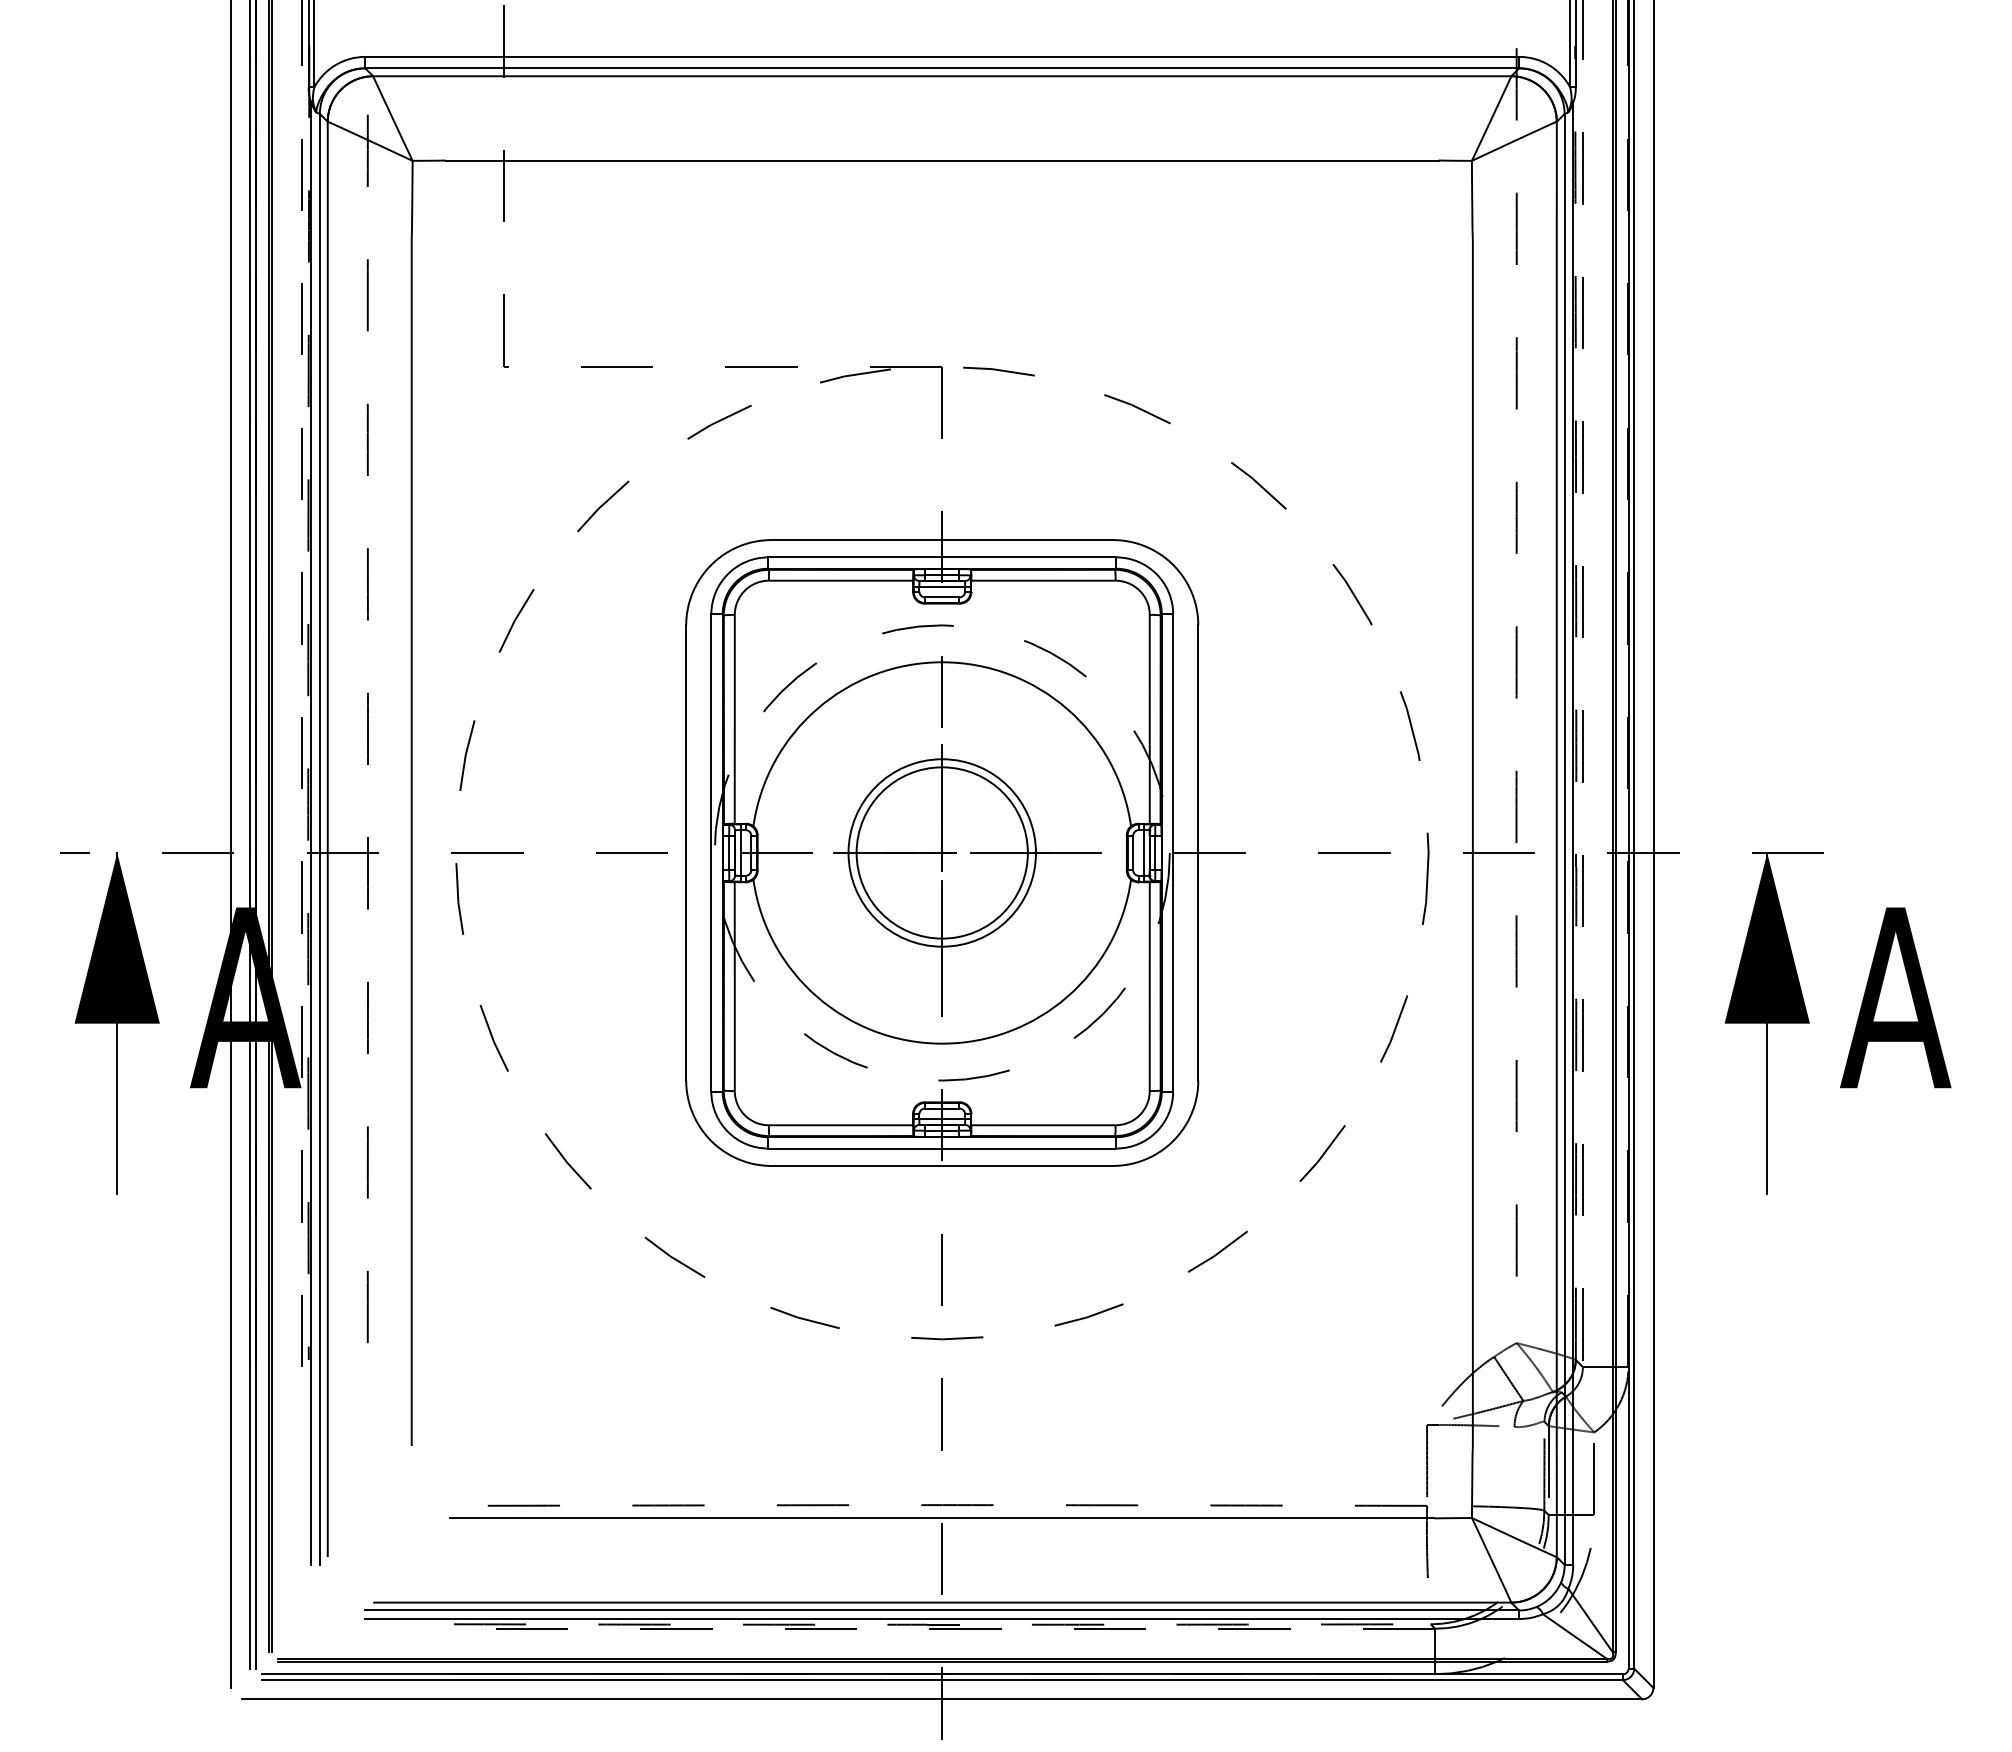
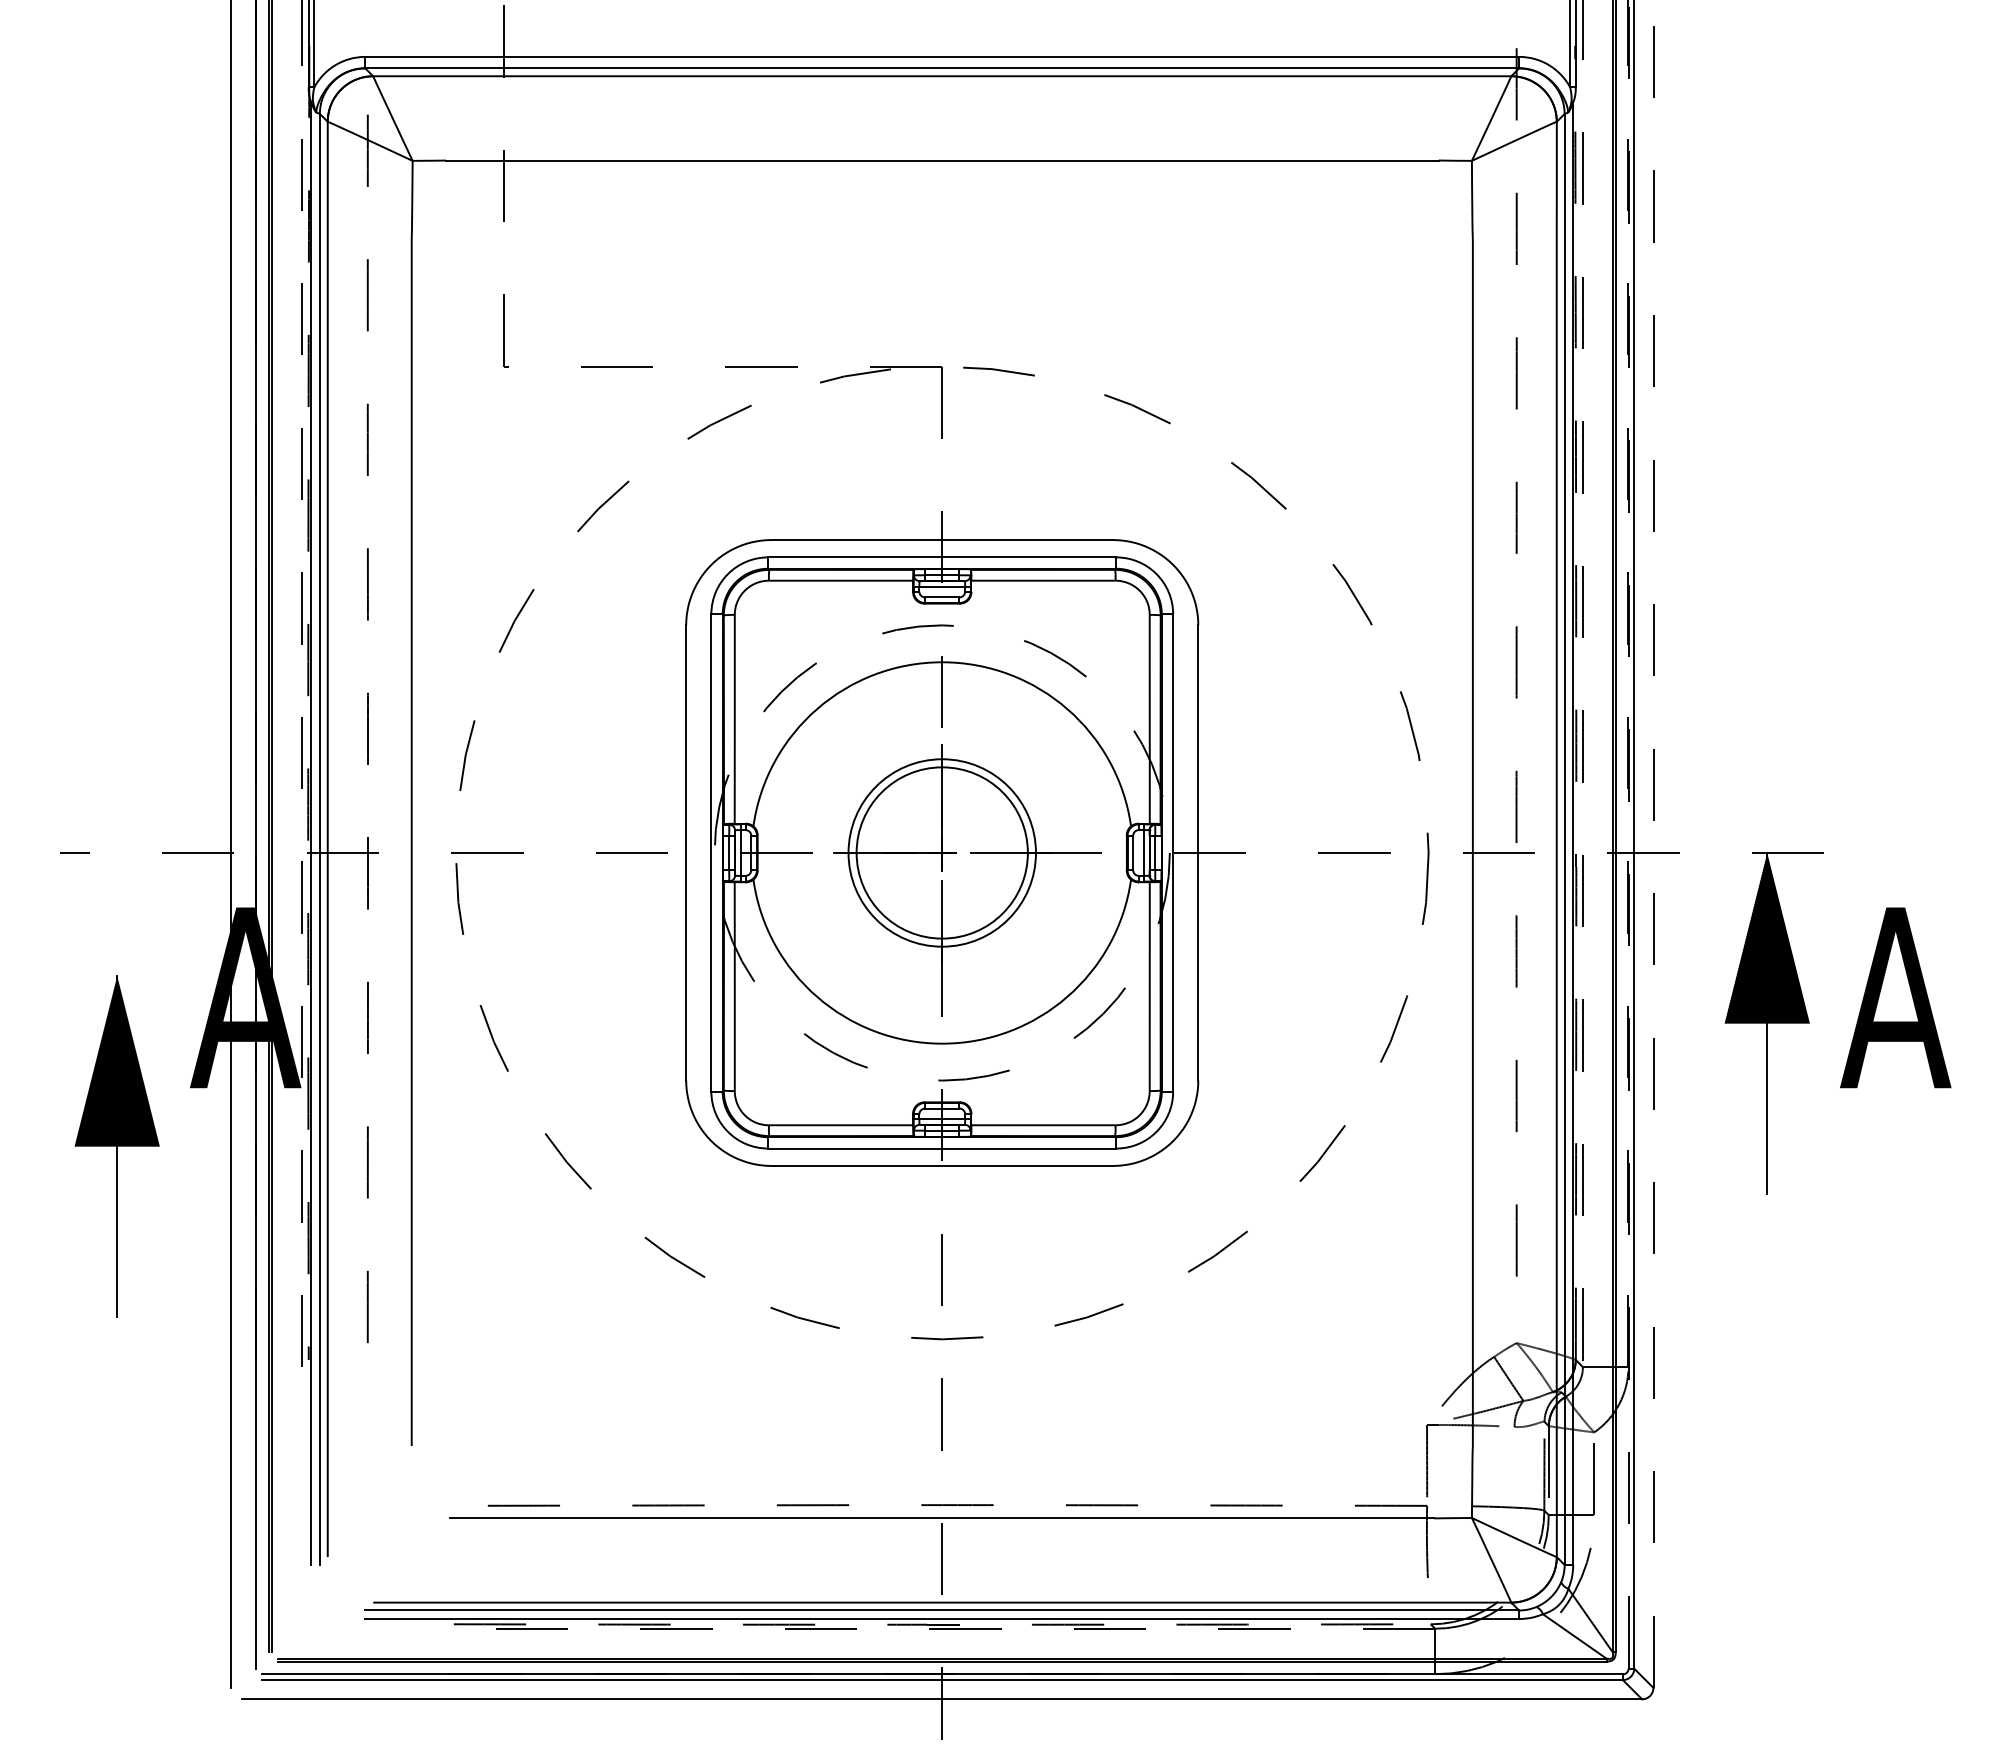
line at (1628, 833): solid -> dashed
line at (250, 835): present -> none
line at (1653, 844): solid -> dashed
part at (116, 1023) position: (116, 1023) -> (116, 1146)
